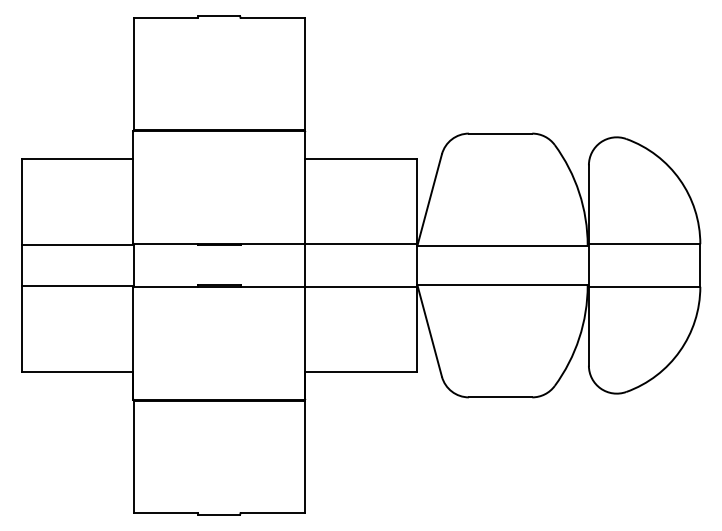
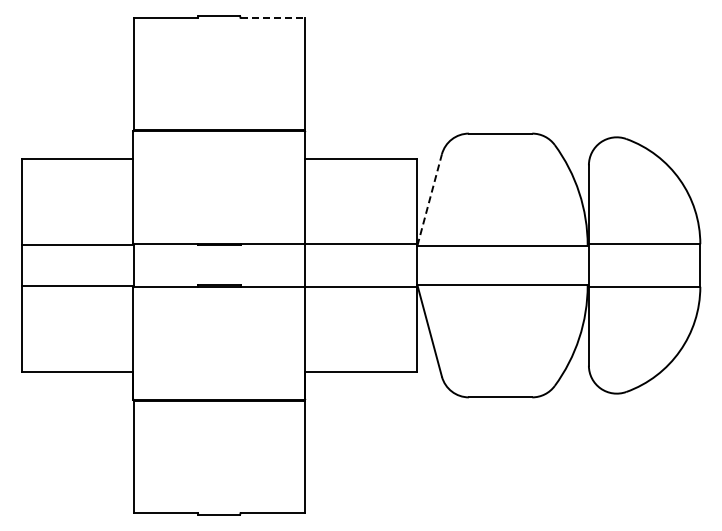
line at (272, 17): solid -> dashed
line at (429, 199): solid -> dashed
